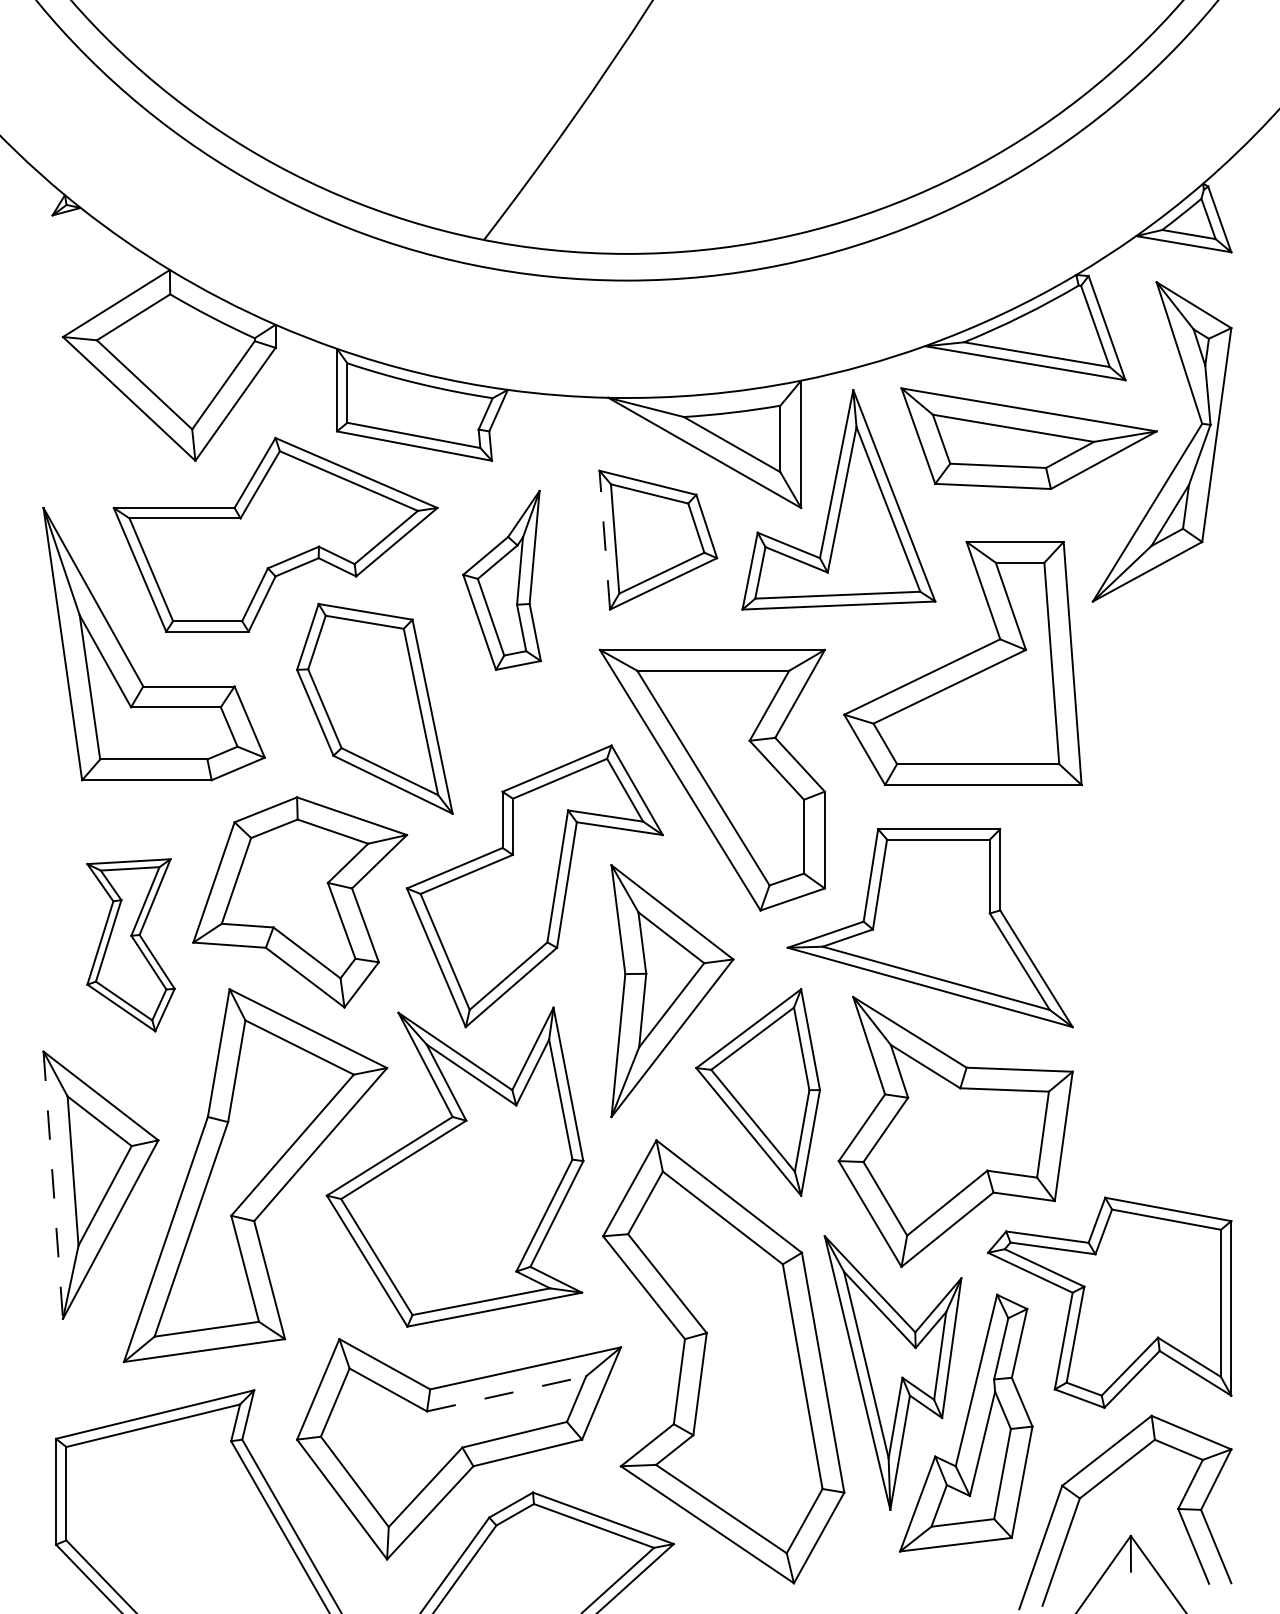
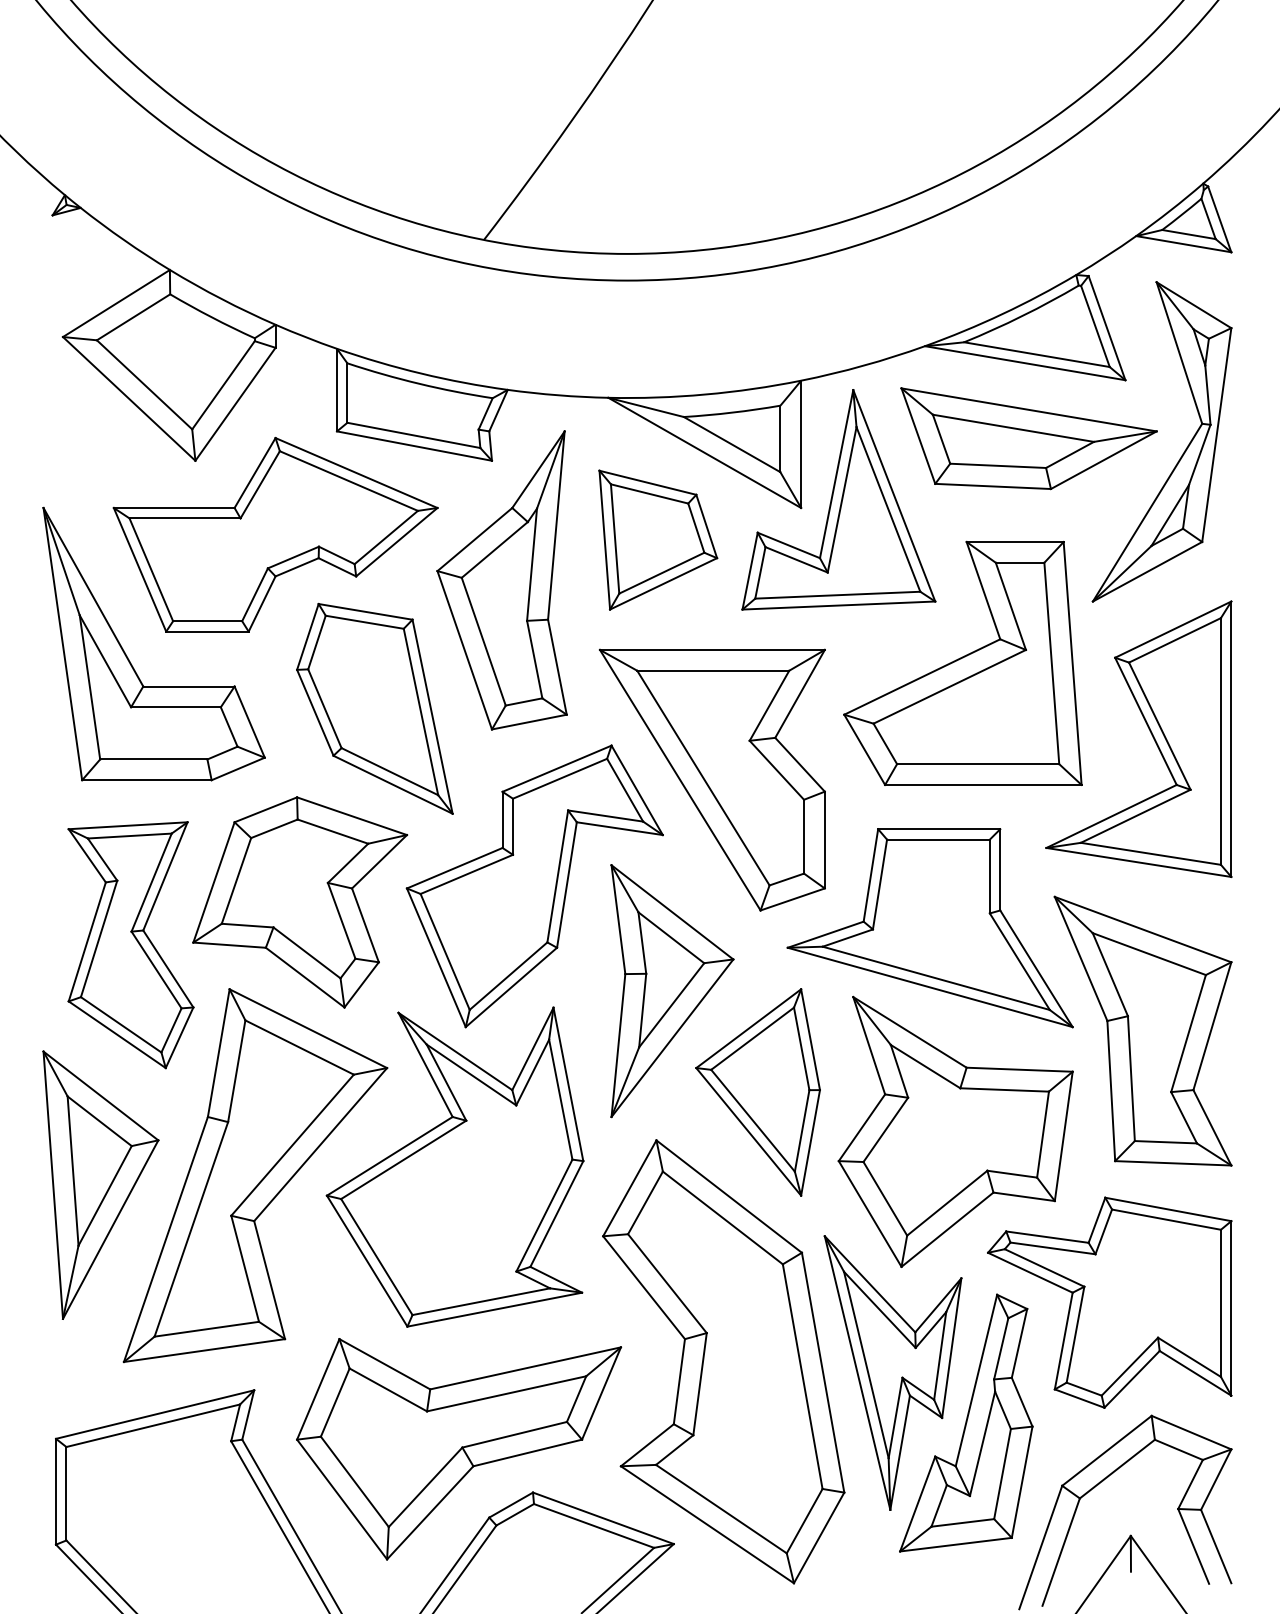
line at (604, 540): dashed -> solid
part at (501, 579) size: 80x182 px -> 132x301 px
part at (1150, 733): none -> present
part at (130, 945) size: 90x175 px -> 128x249 px
part at (1142, 1030): none -> present
line at (53, 1185): dashed -> solid
line at (507, 1393): dashed -> solid
